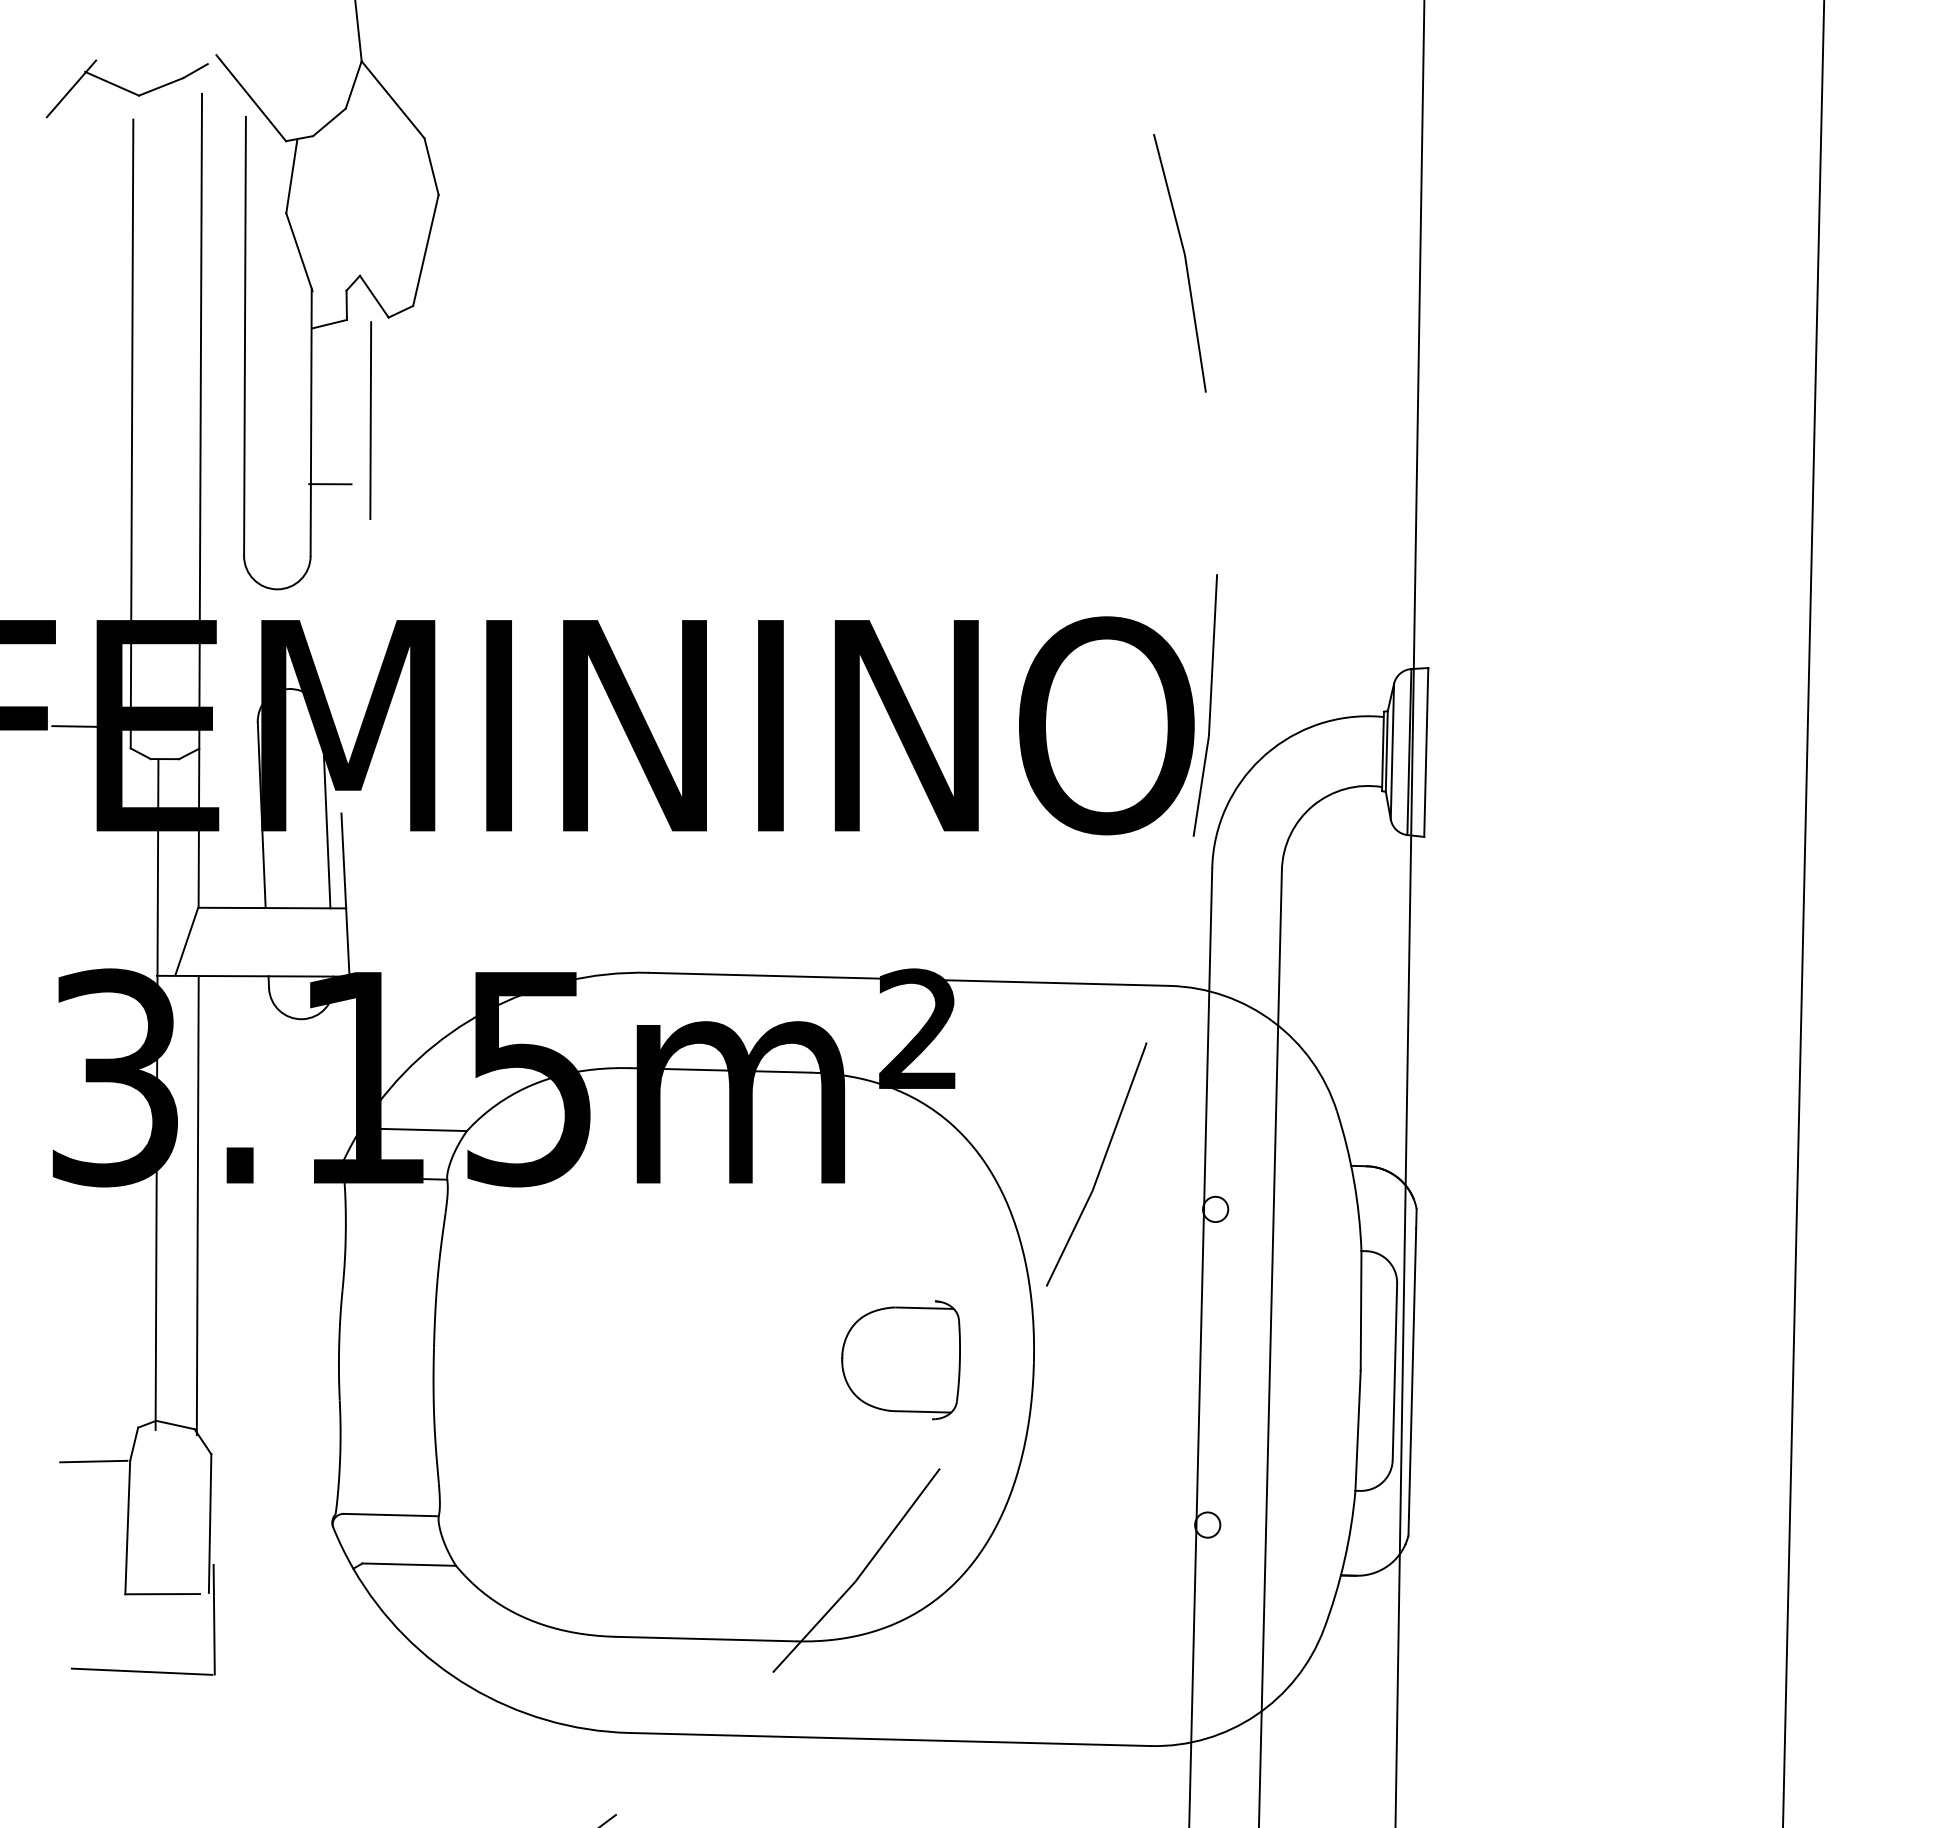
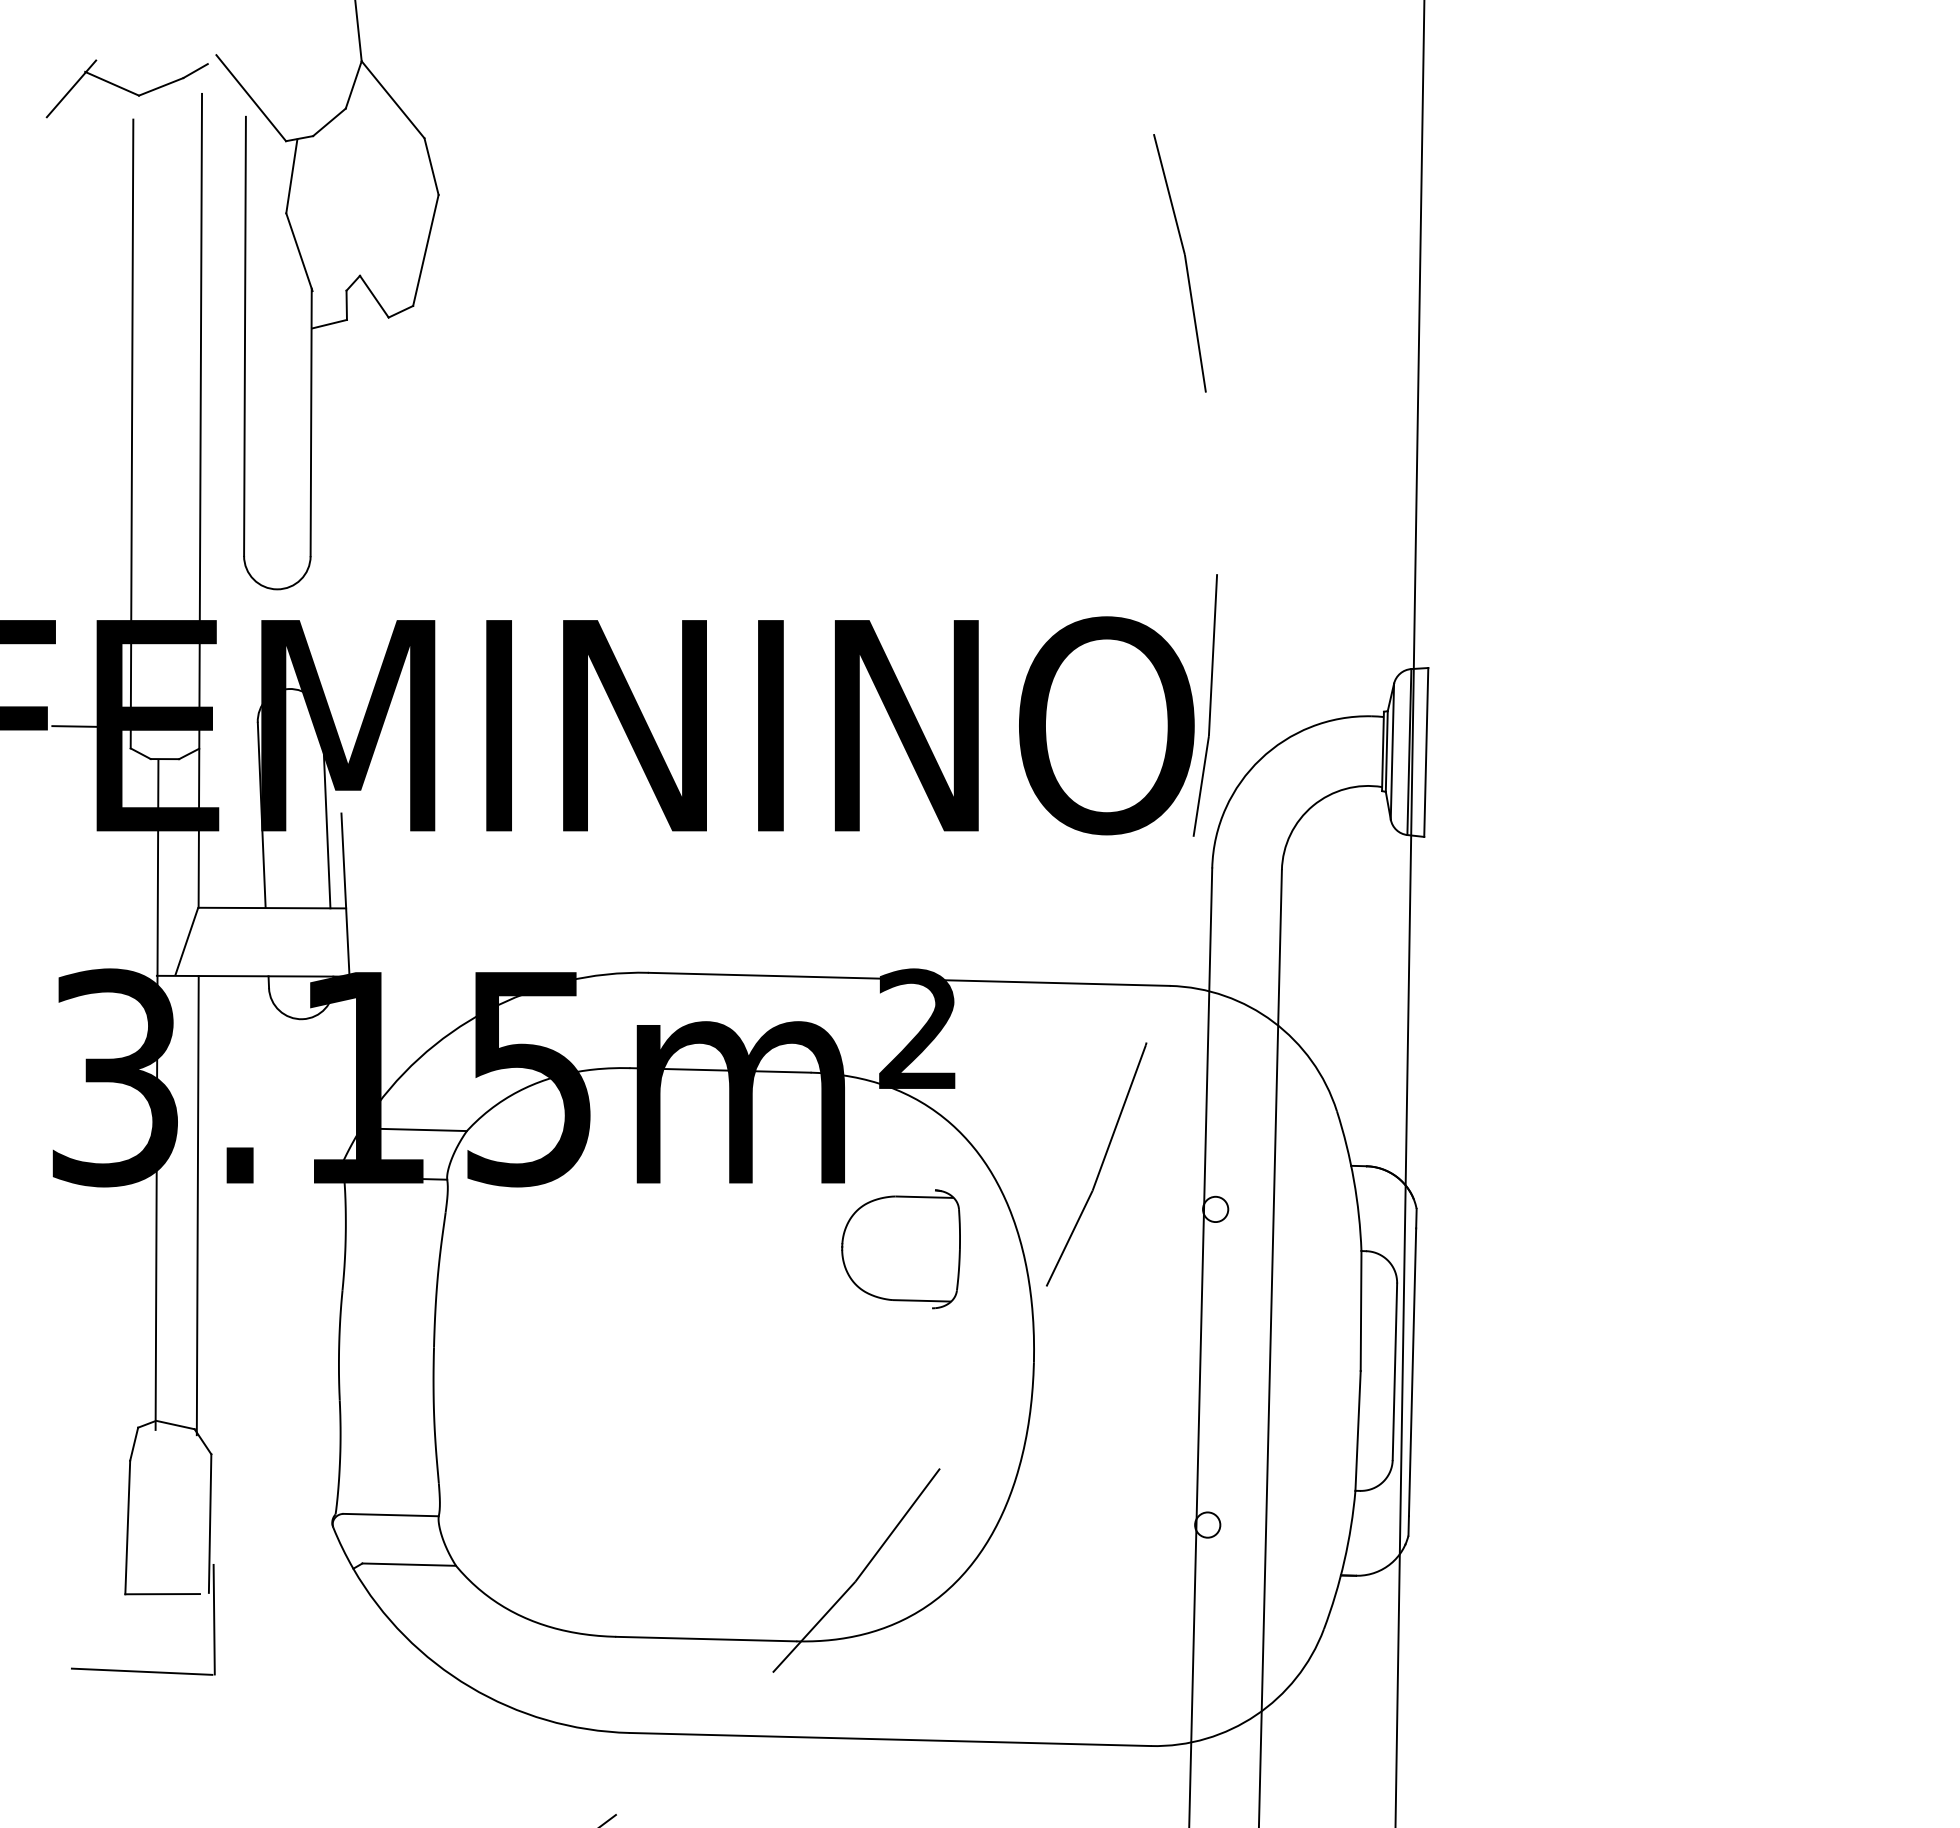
line at (370, 420): present -> none
line at (330, 484): present -> none
line at (1803, 913): present -> none
part at (900, 1360) position: (900, 1360) -> (900, 1249)
line at (93, 1461): present -> none
